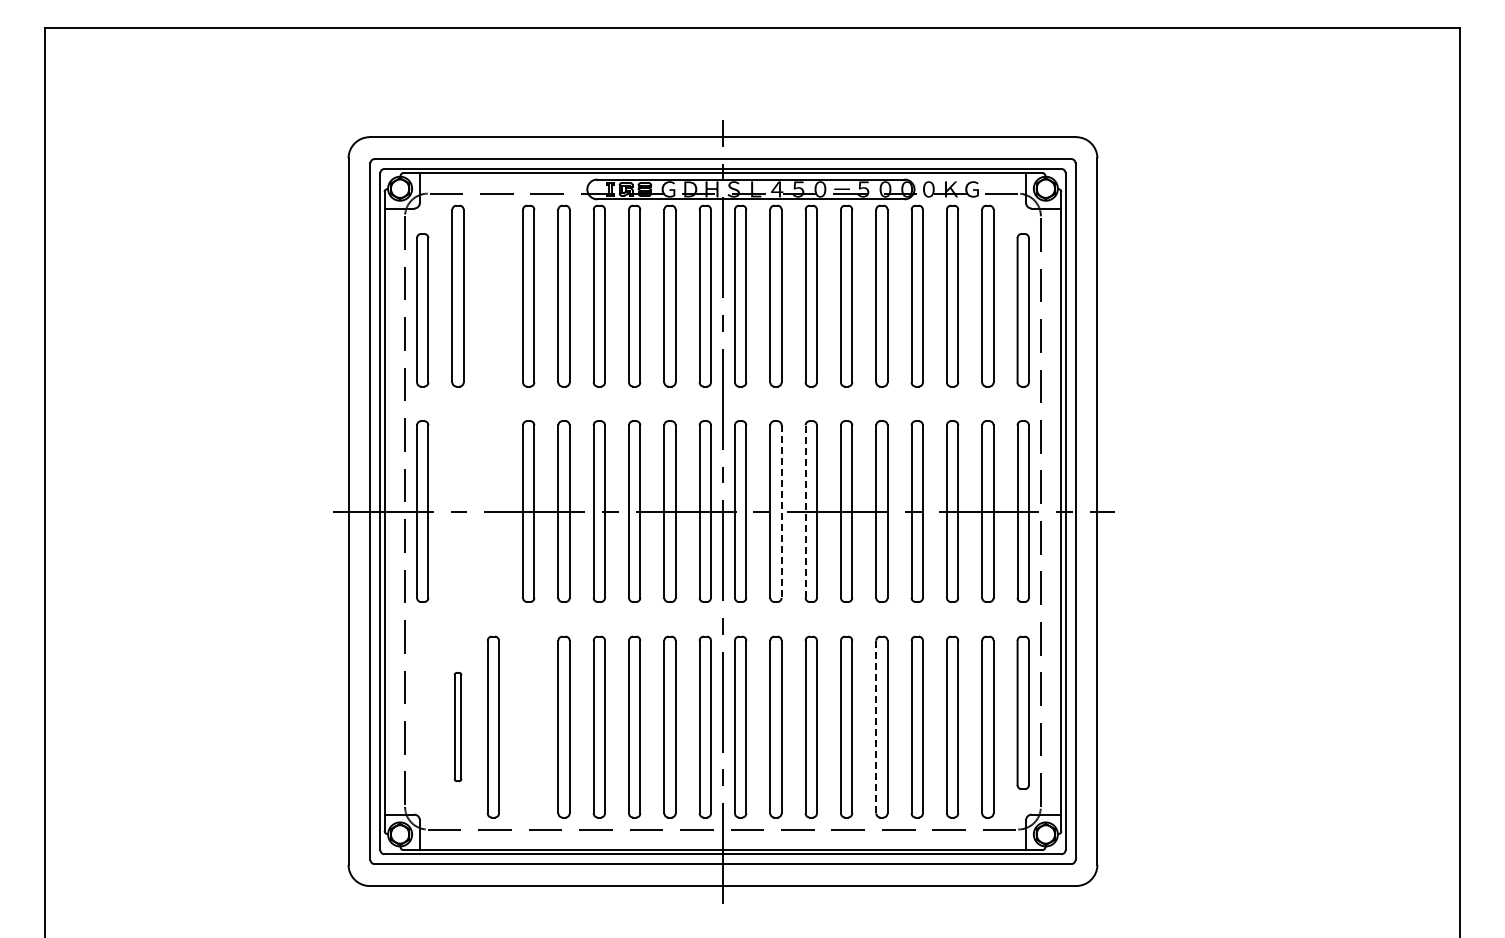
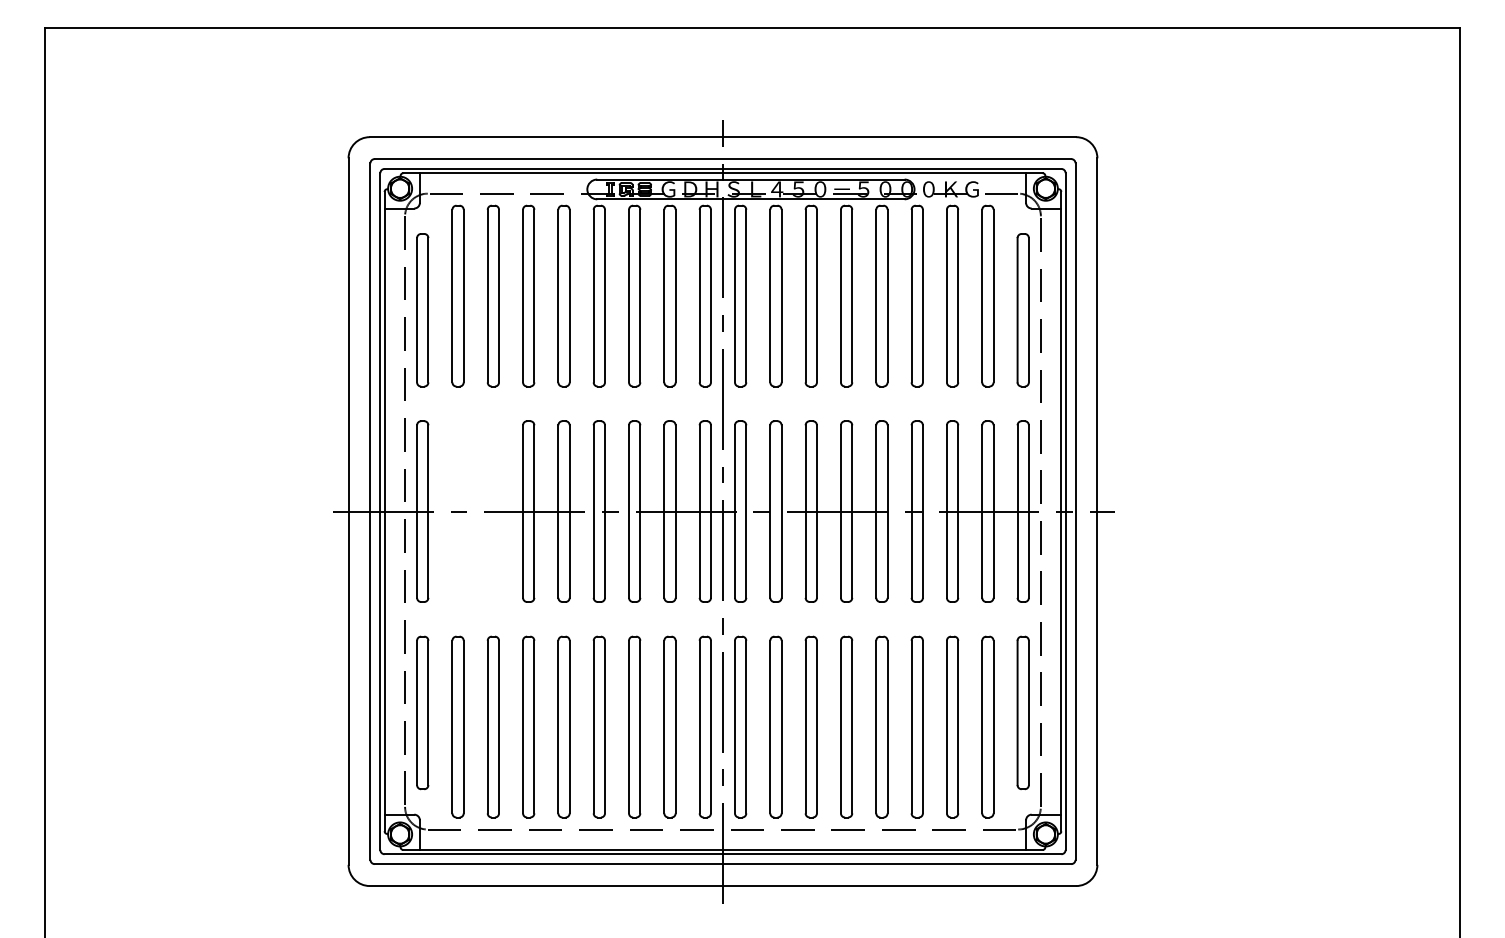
part at (492, 295): none -> present
line at (805, 511): dashed -> solid
line at (781, 512): dashed -> solid
part at (422, 712): none -> present
part at (457, 726) size: 10x112 px -> 14x184 px
part at (528, 726): none -> present
line at (876, 727): dashed -> solid
